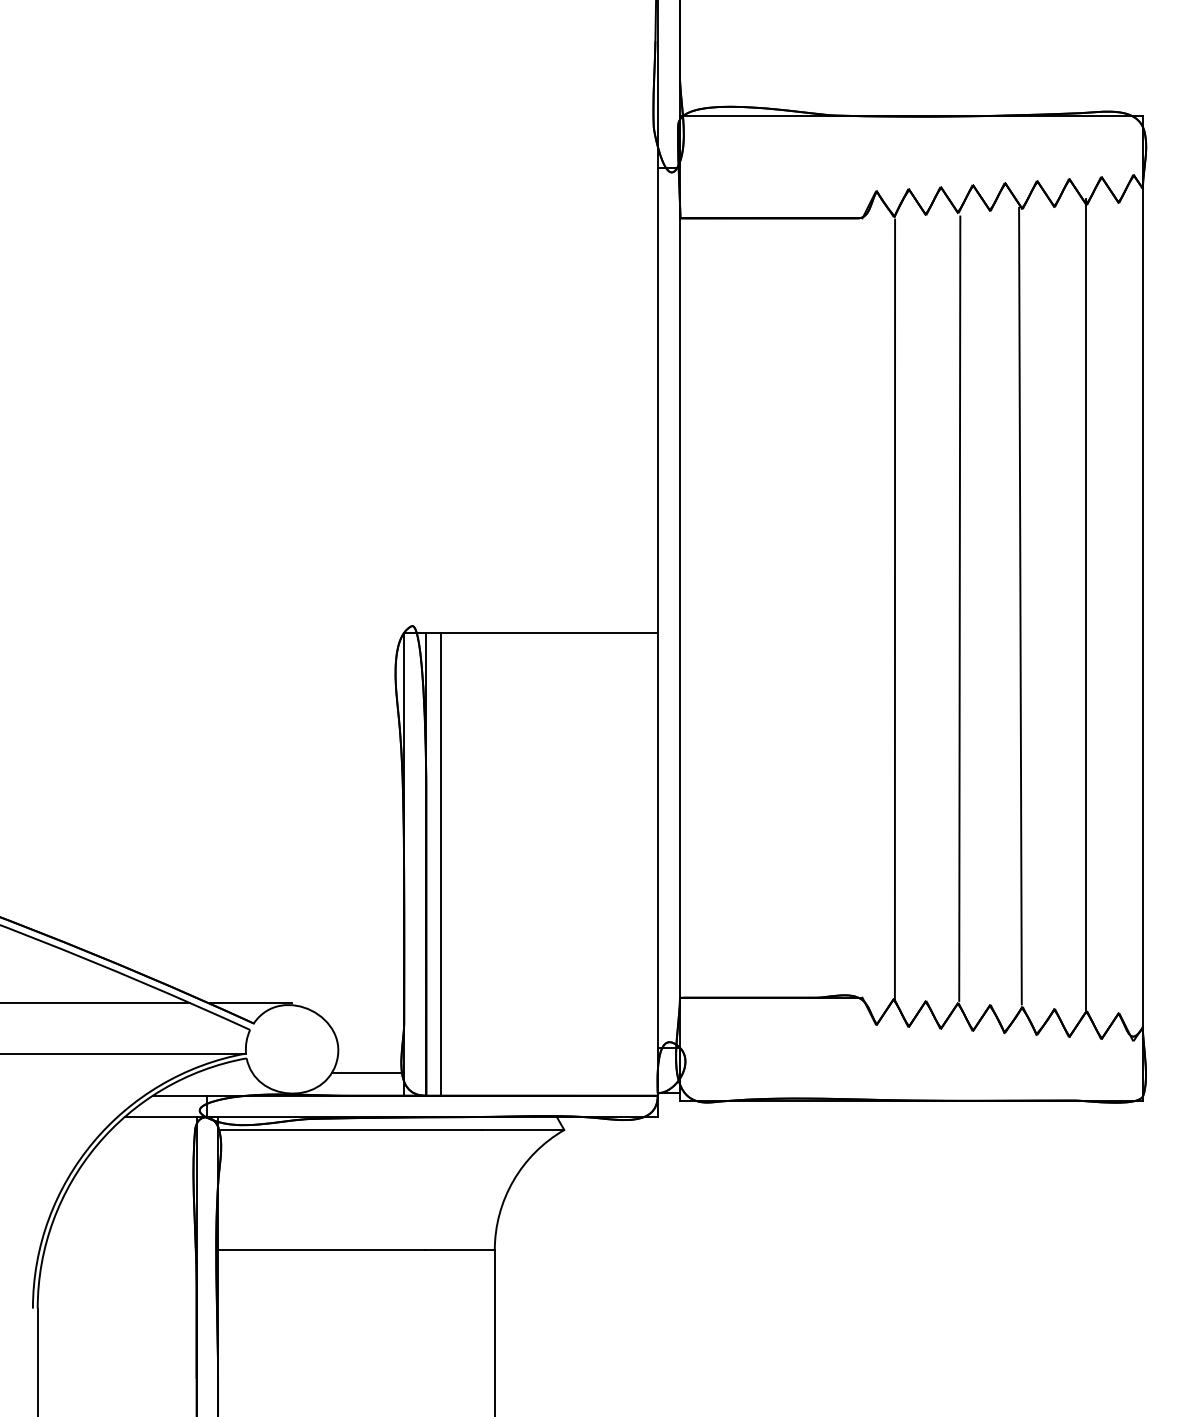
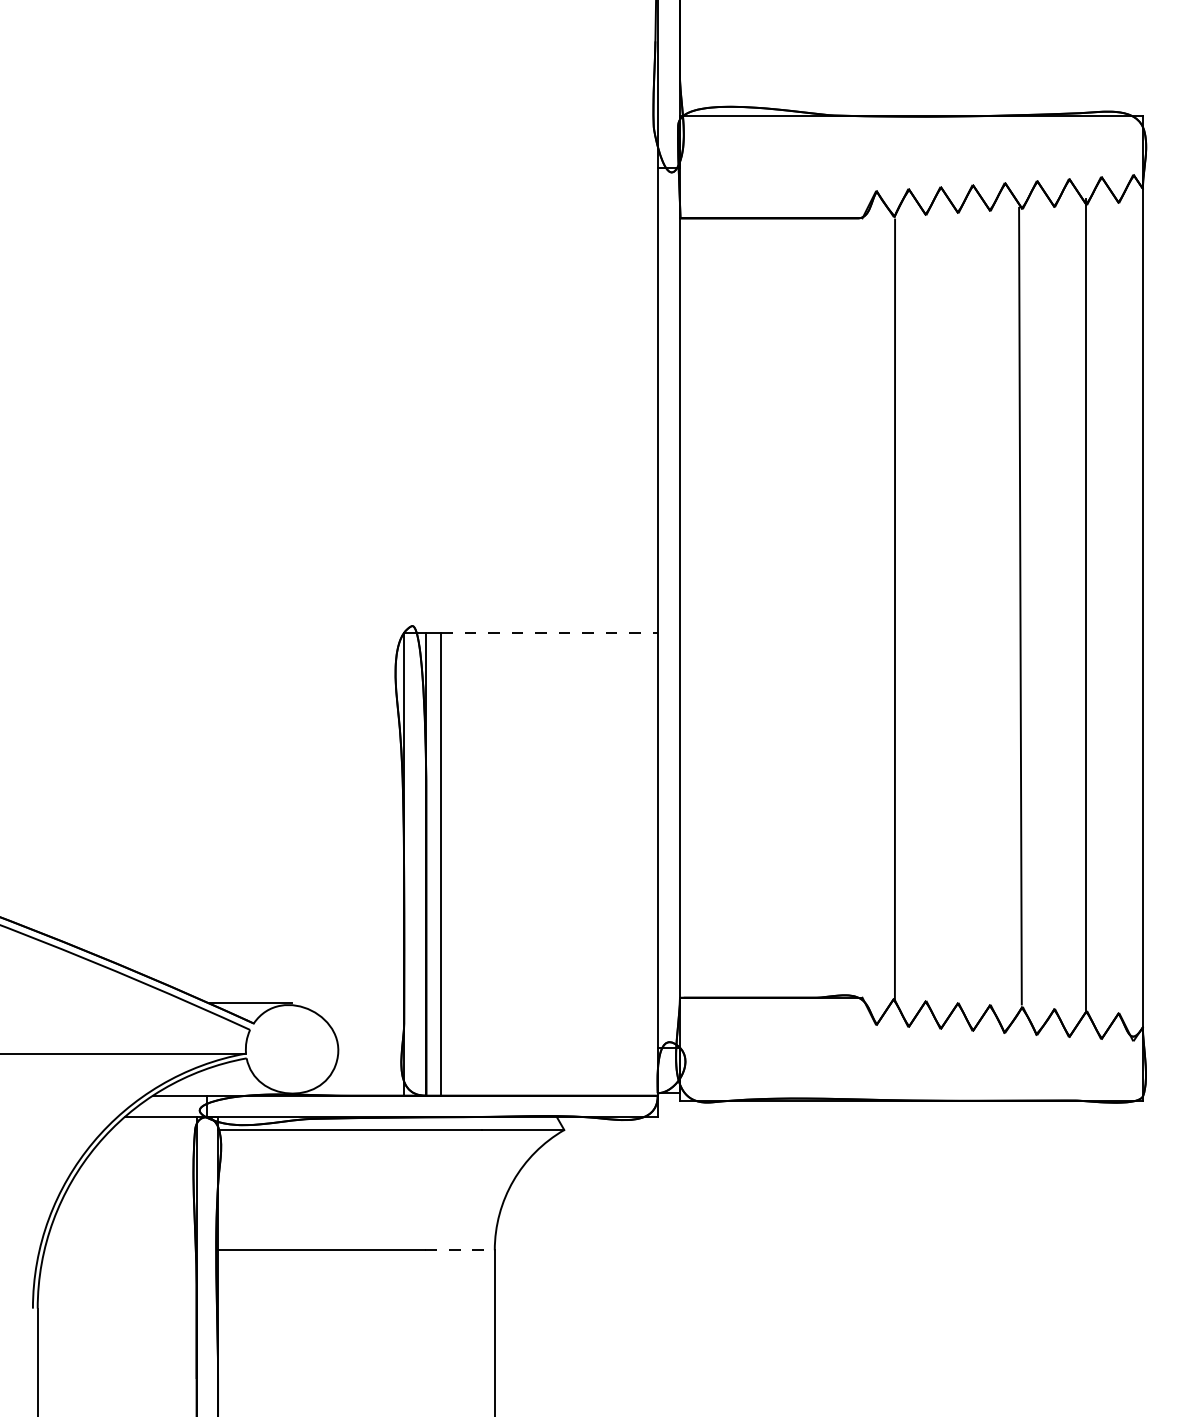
line at (959, 608): present -> none
line at (549, 632): solid -> dashed
line at (96, 1003): present -> none
line at (368, 1072): present -> none
line at (460, 1250): solid -> dashed
